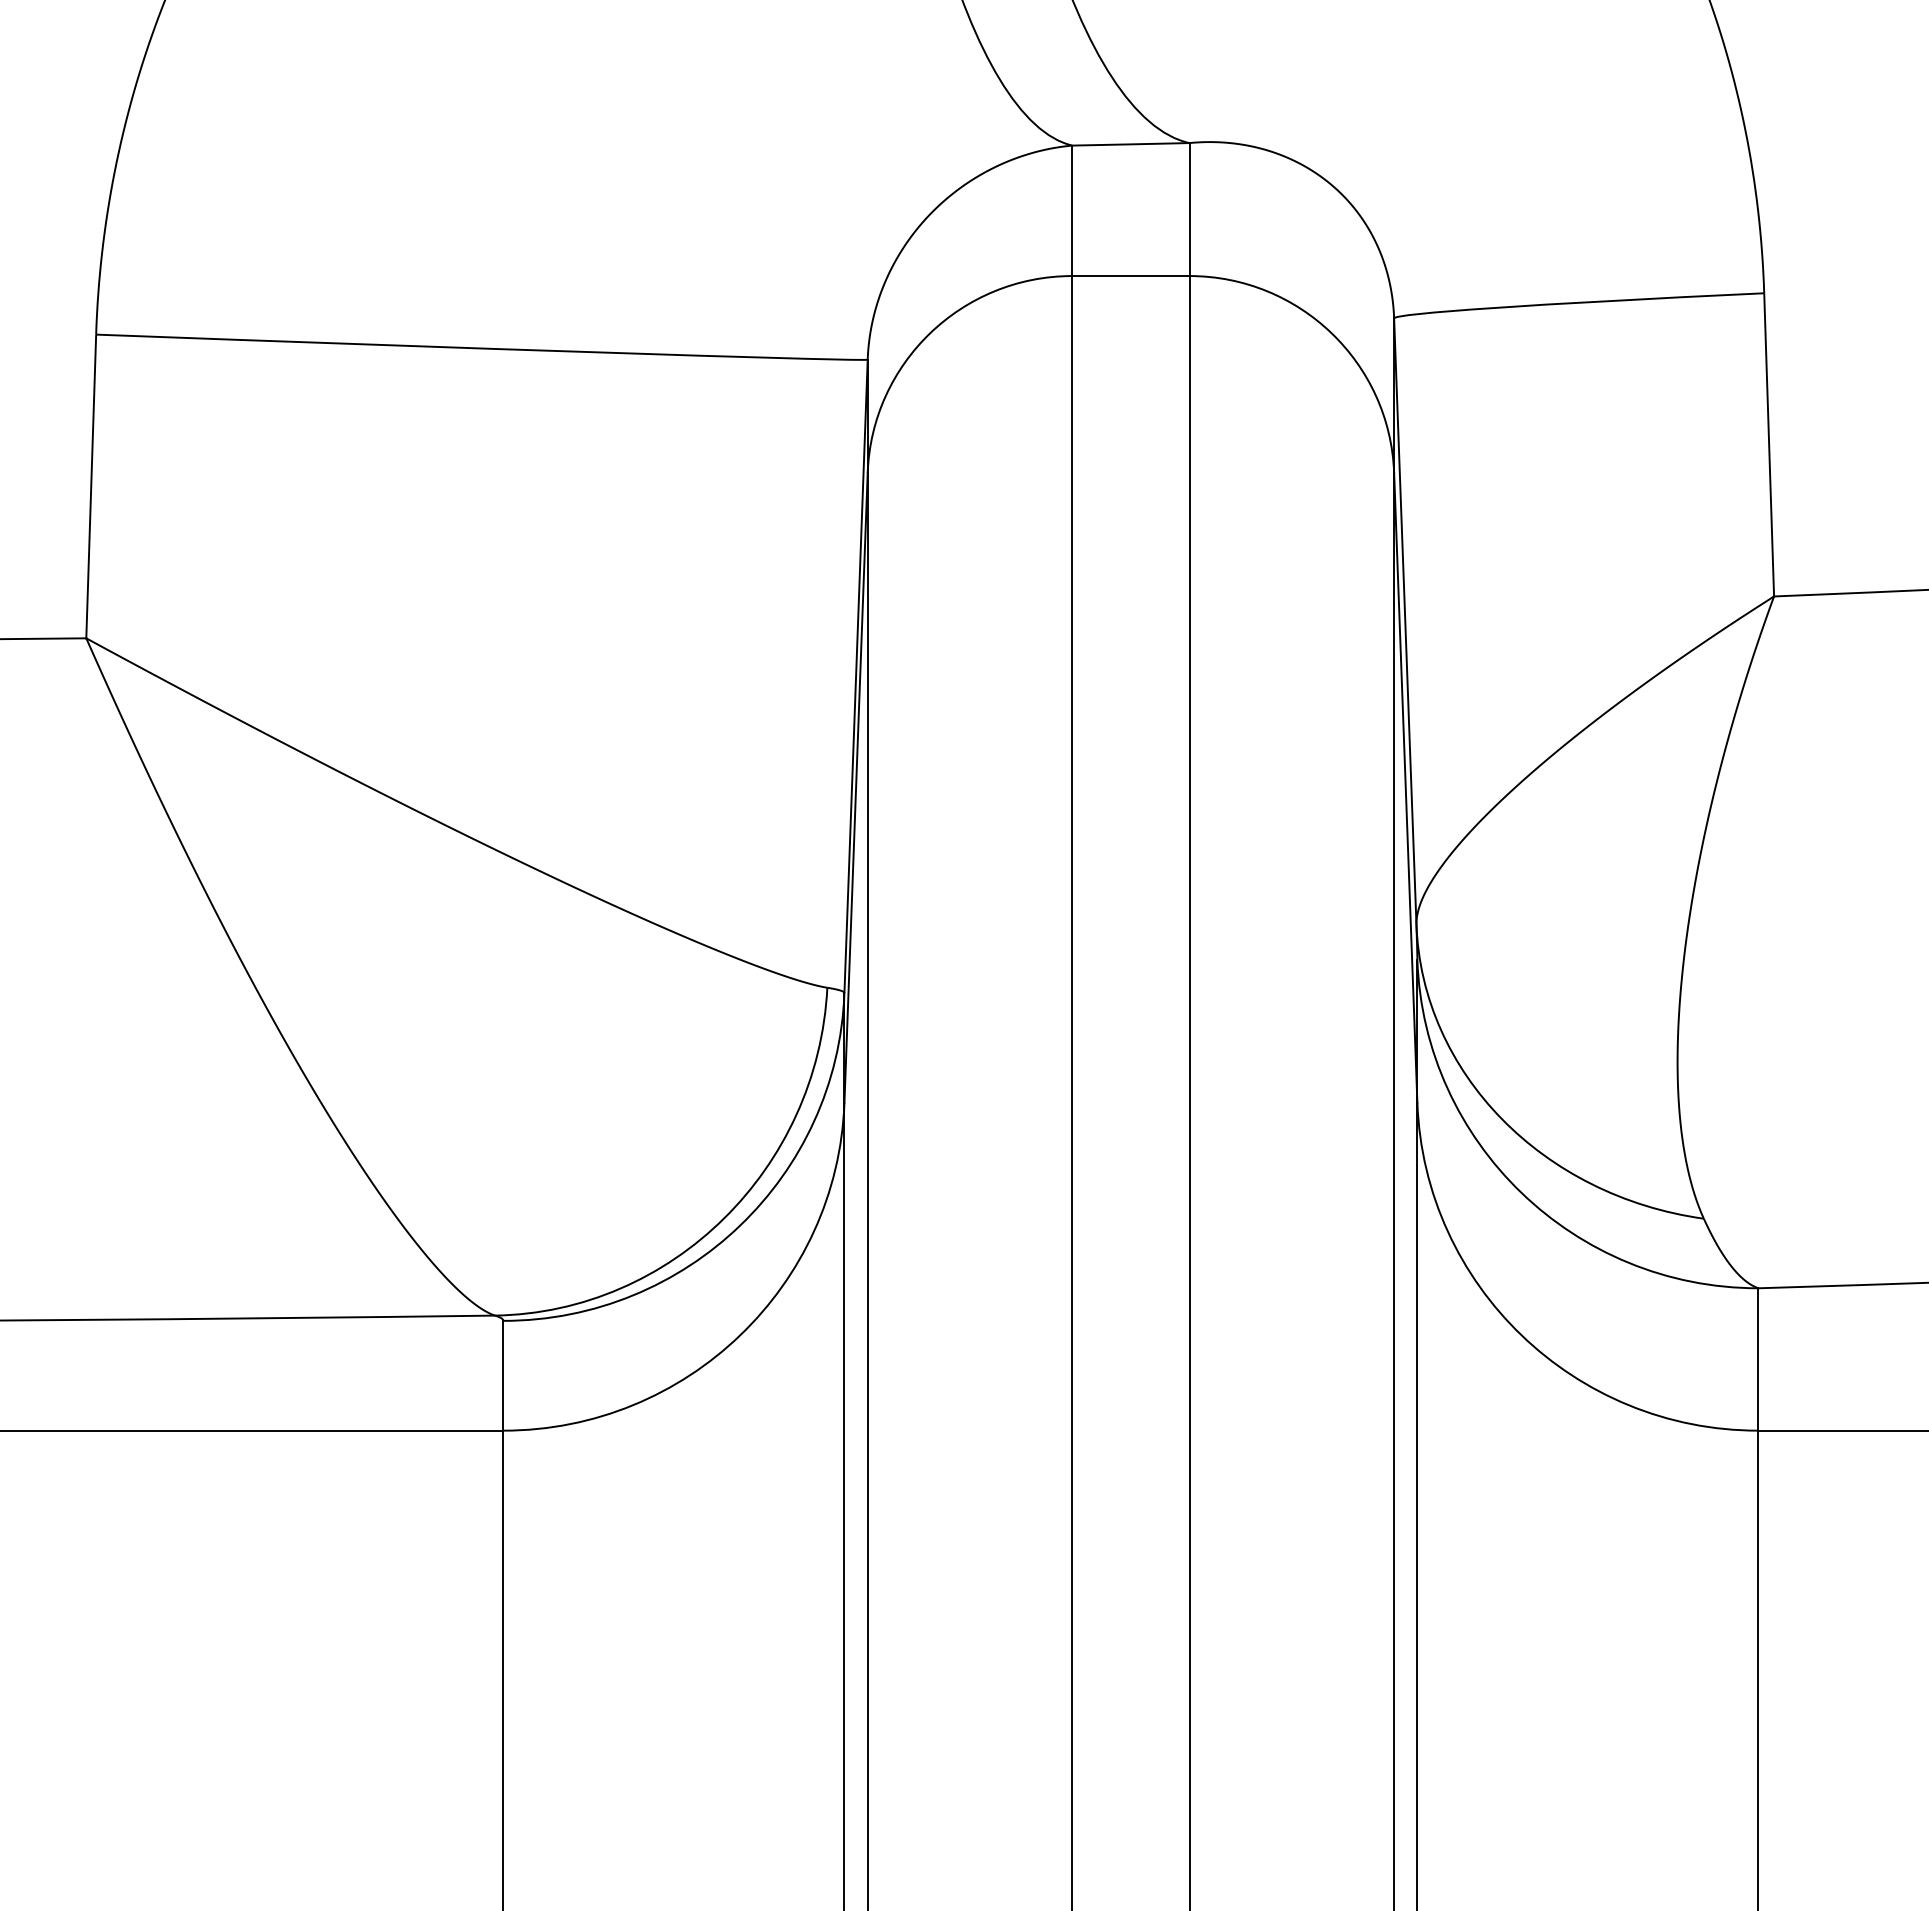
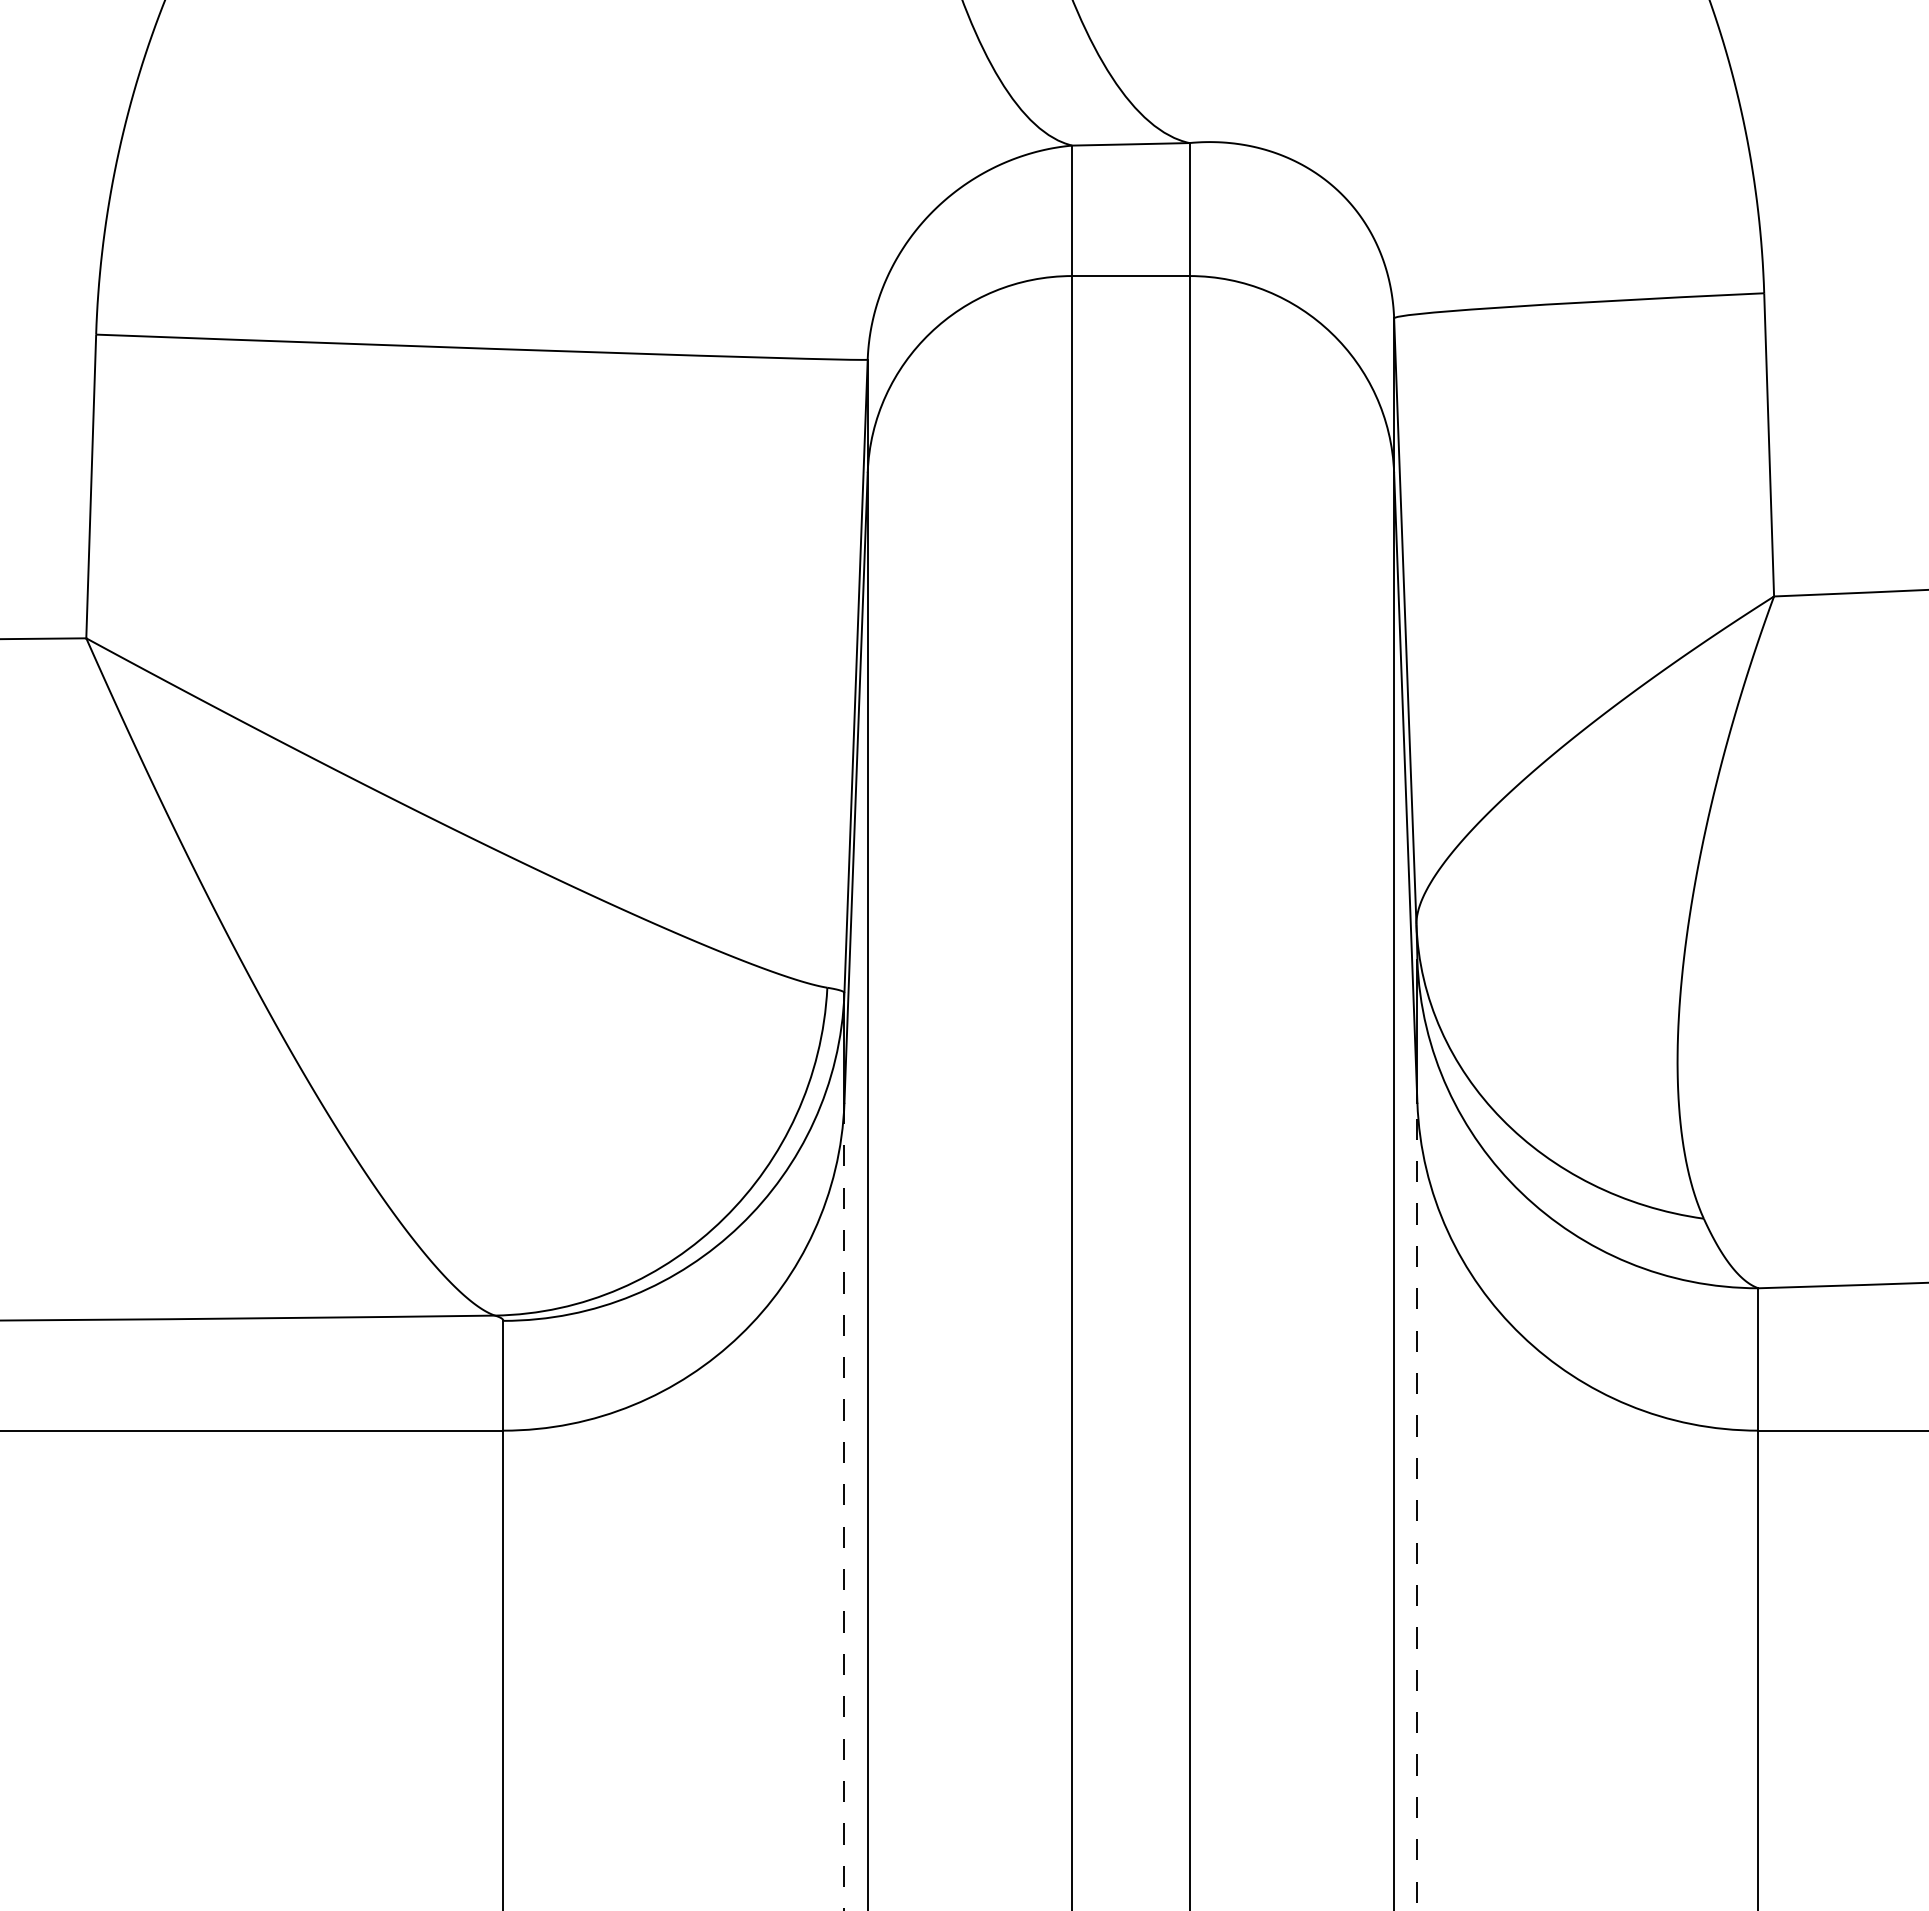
line at (844, 1506): solid -> dashed
line at (1417, 1506): solid -> dashed
